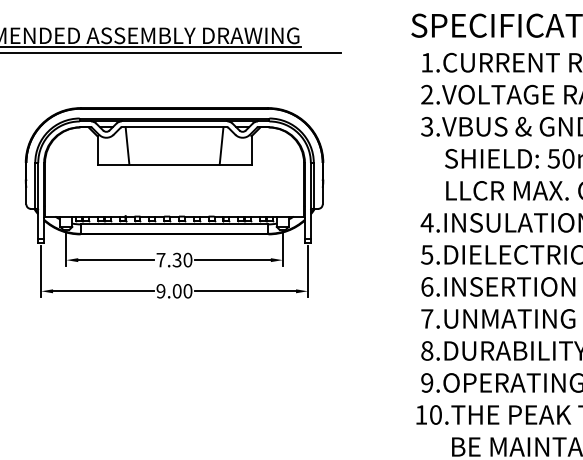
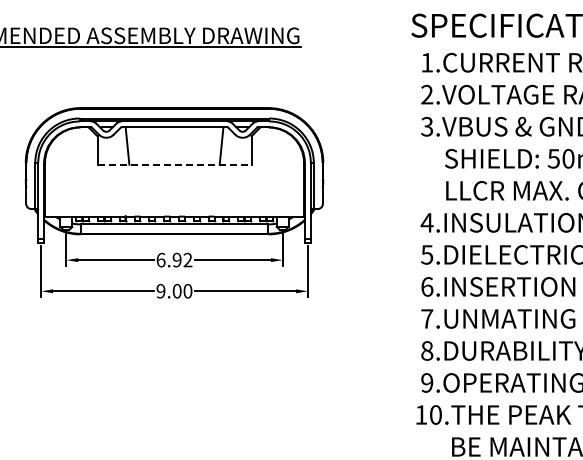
line at (171, 52): present -> none
line at (175, 164): solid -> dashed
text at (174, 259): 7.30 -> 6.92
